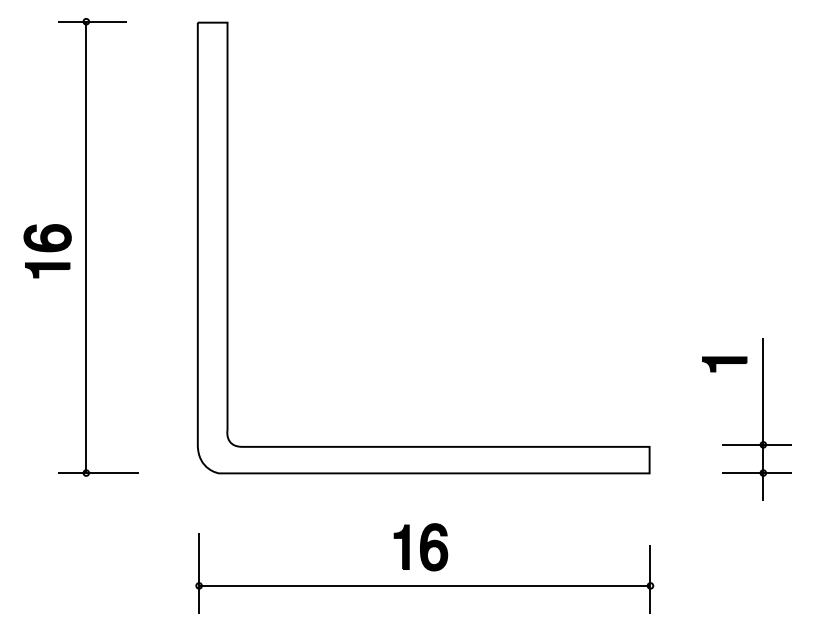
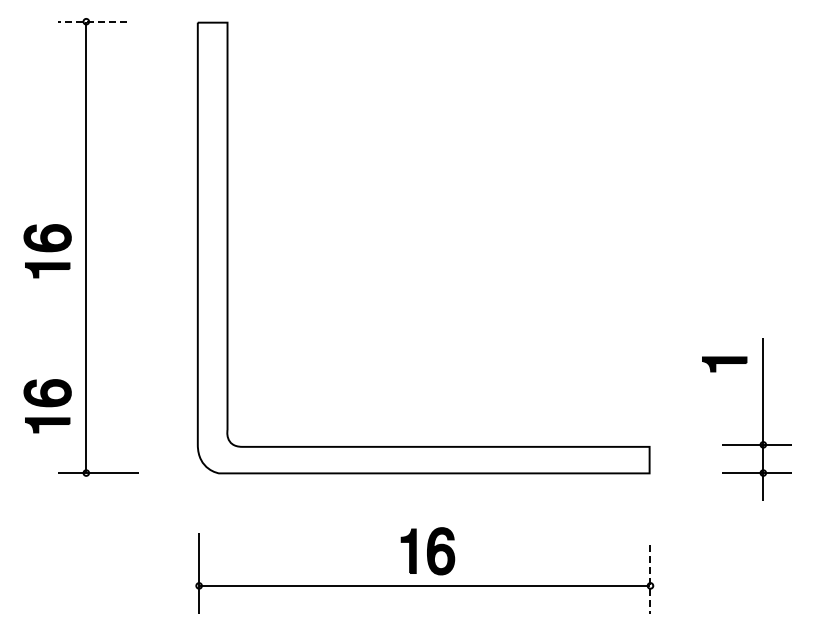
line at (92, 21): solid -> dashed
part at (47, 406): none -> present
part at (420, 547) position: (420, 547) -> (427, 551)
line at (650, 579): solid -> dashed
